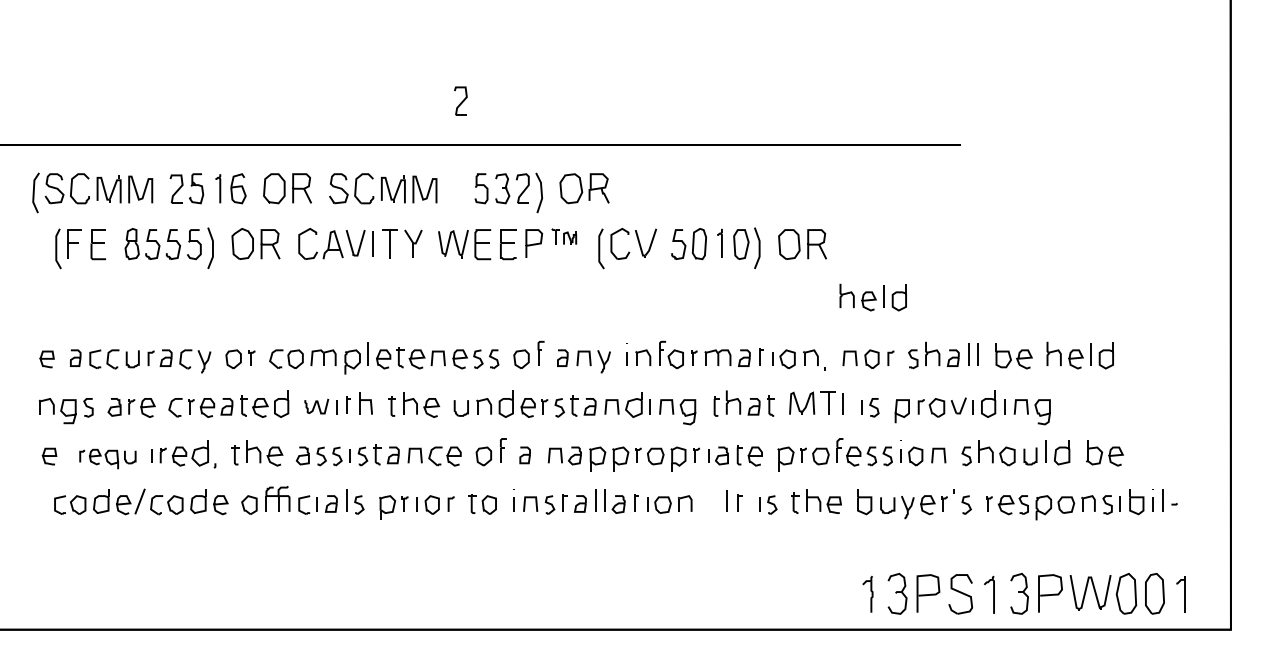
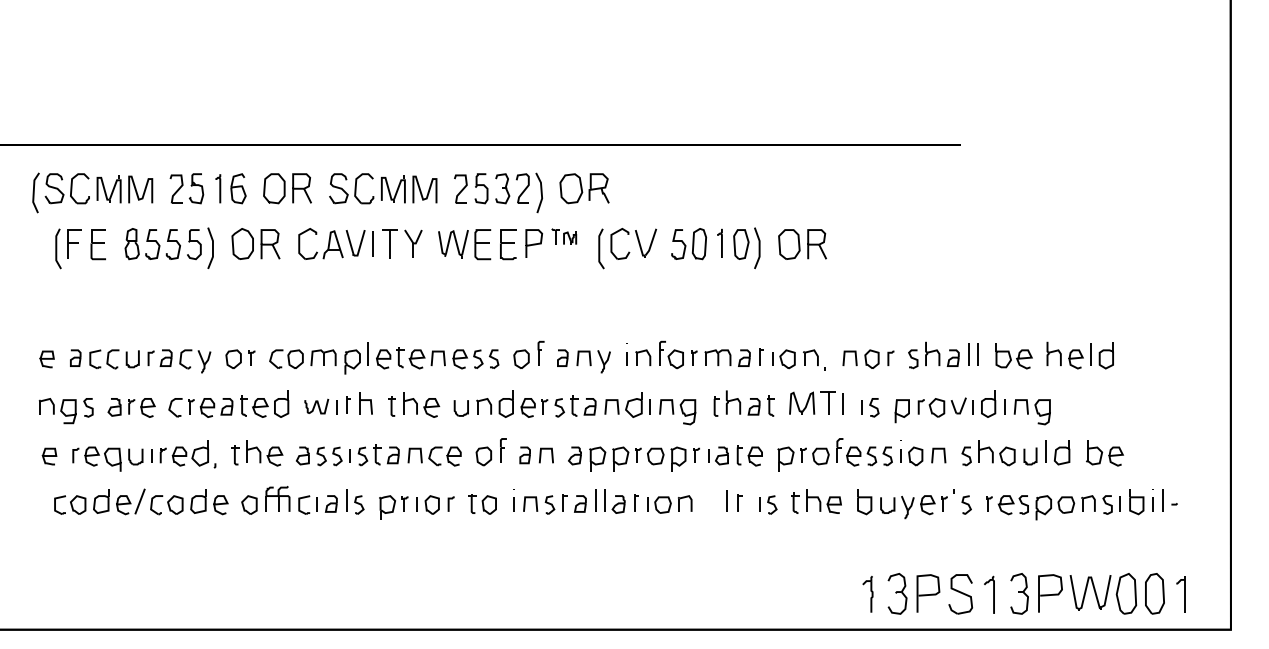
part at (460, 100) position: (460, 100) -> (460, 188)
part at (872, 297): present -> none
line at (550, 455) position: (550, 455) -> (541, 455)
part at (107, 458) size: 58x22 px -> 72x26 px
